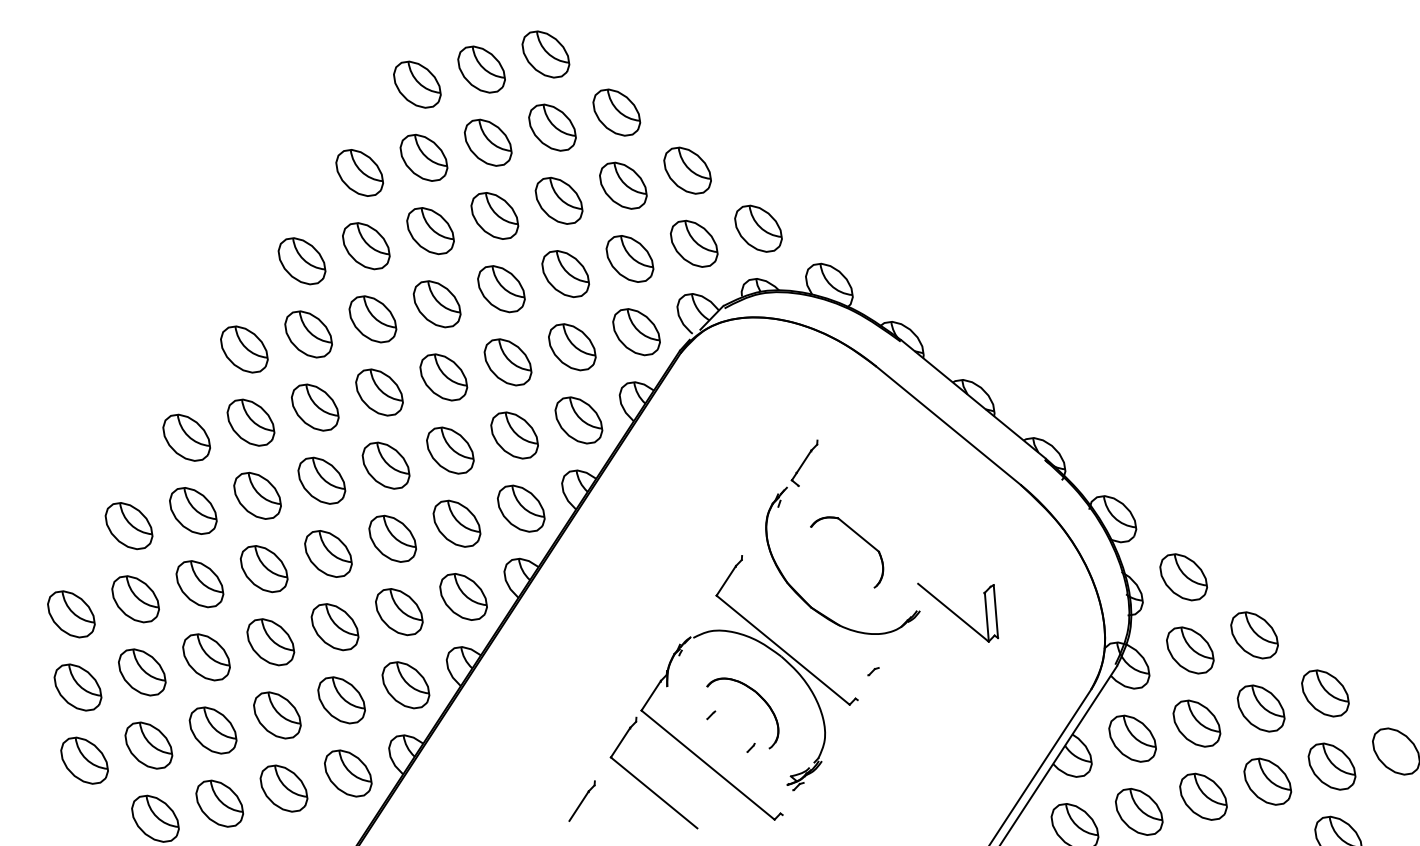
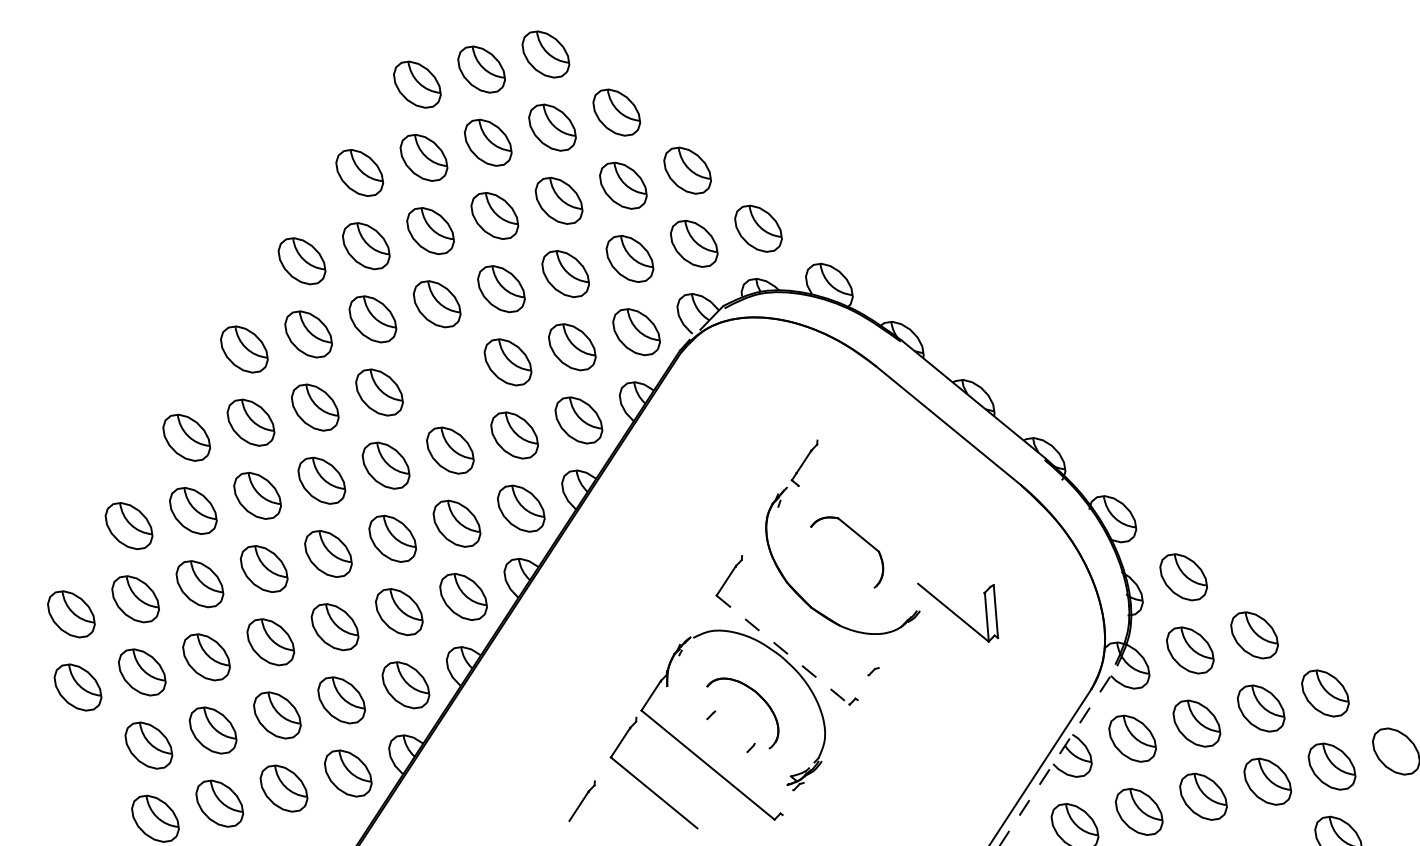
part at (443, 377): present -> none
line at (783, 650): solid -> dashed
line at (1058, 755): solid -> dashed
part at (84, 760): present -> none
